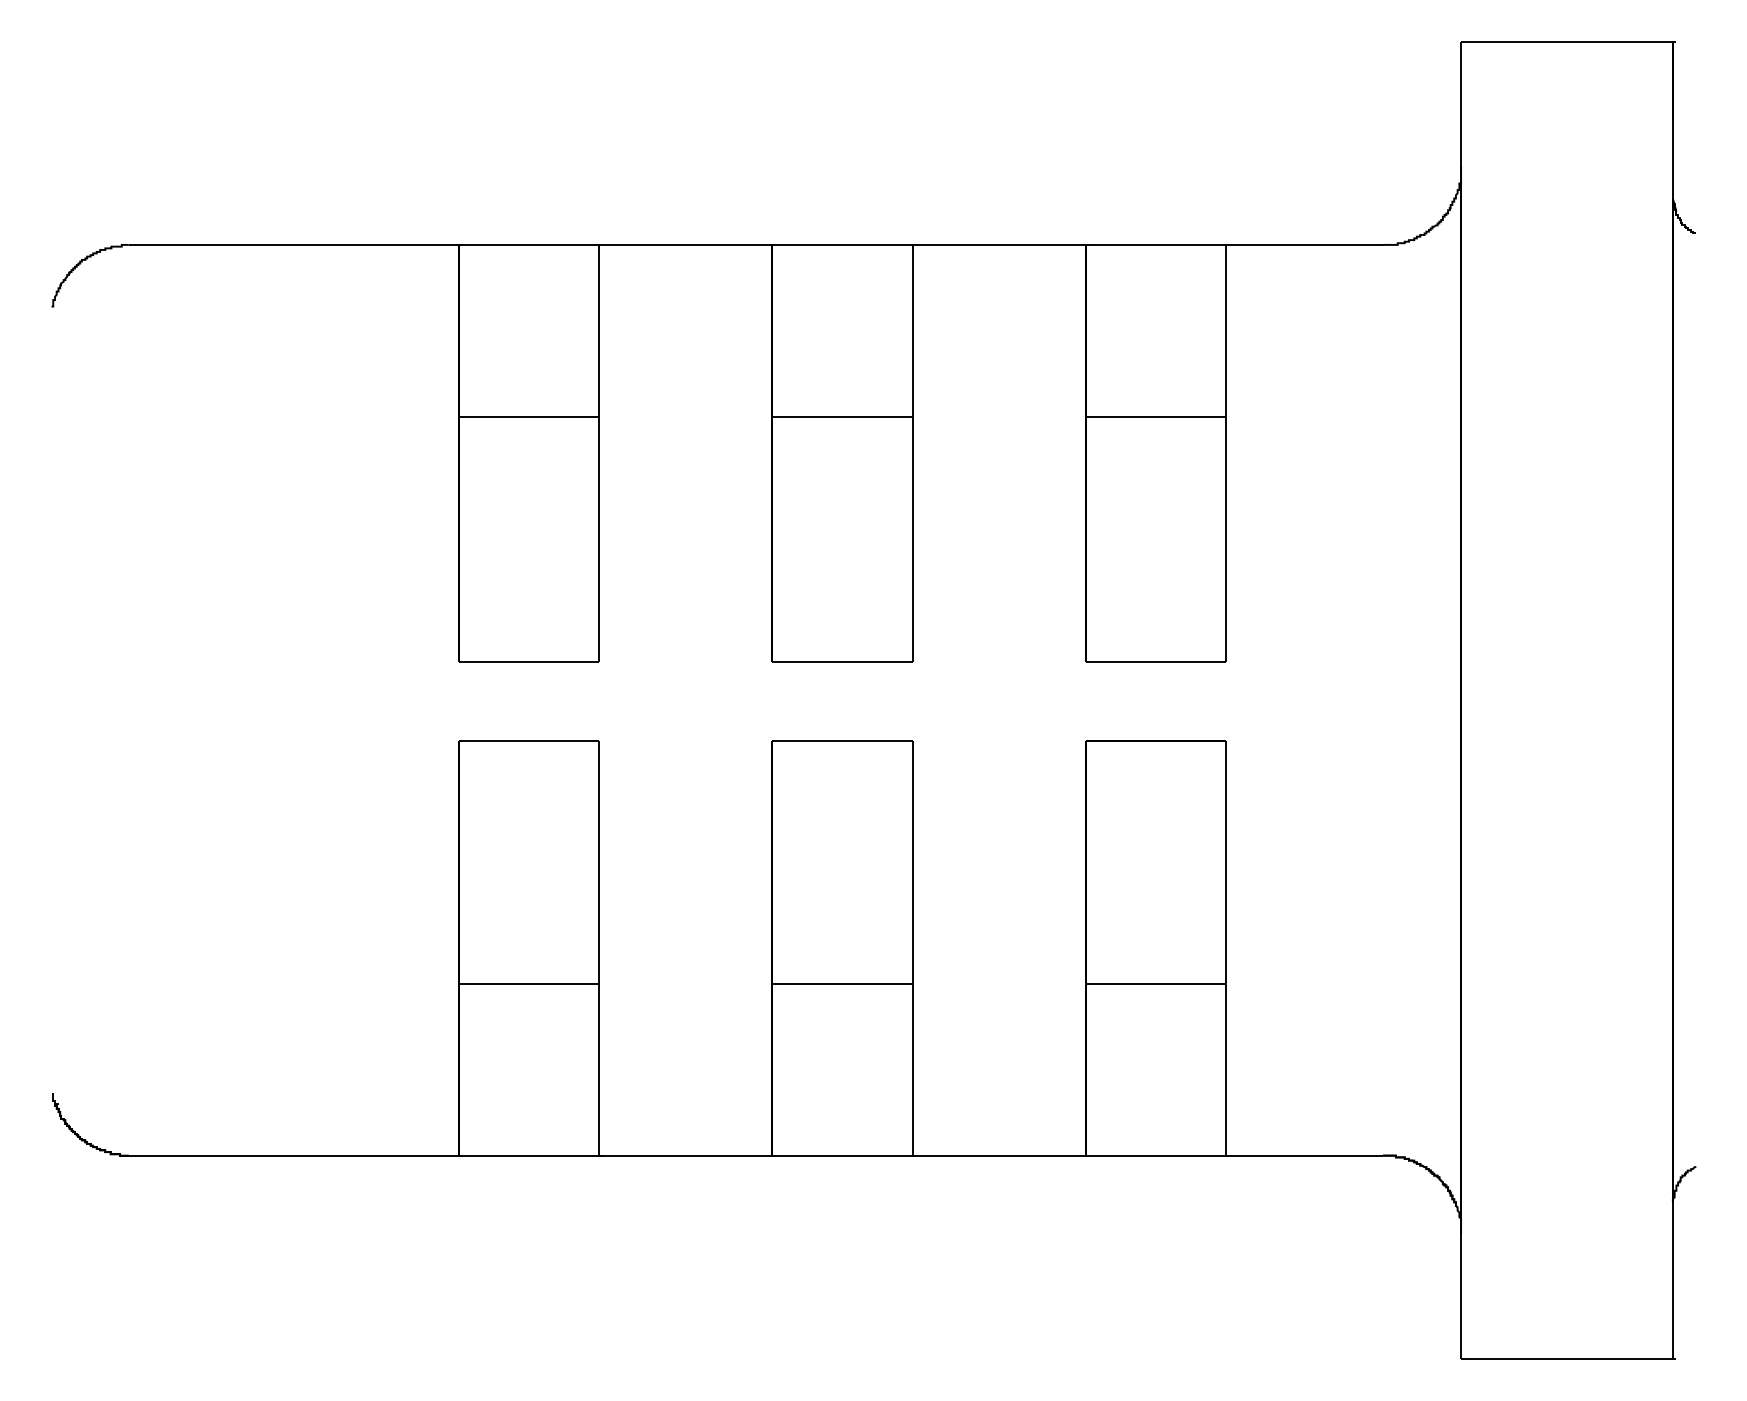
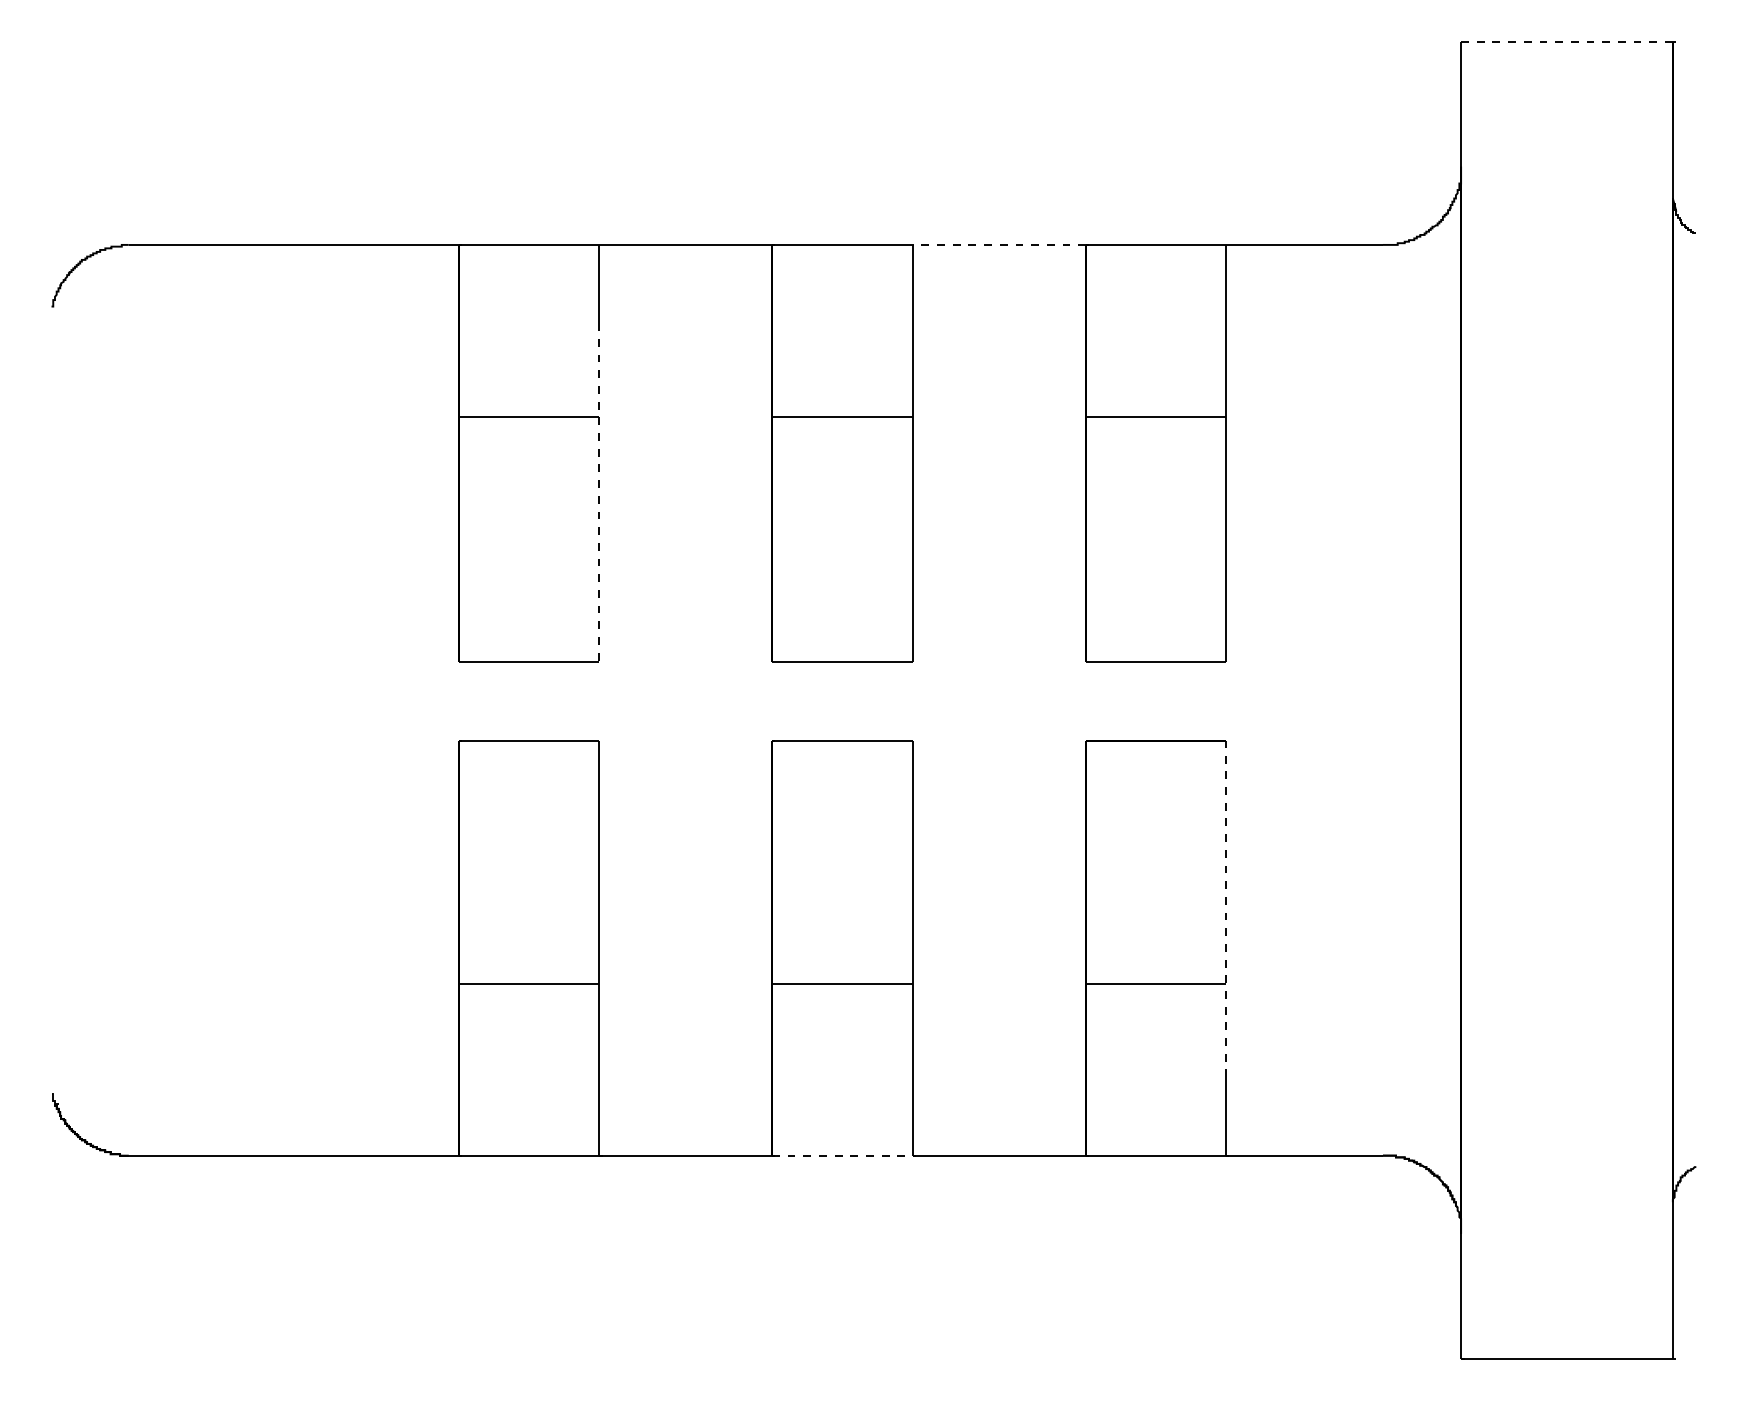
line at (1566, 41): solid -> dashed
line at (999, 244): solid -> dashed
line at (599, 493): solid -> dashed
line at (1225, 908): solid -> dashed
line at (842, 1155): solid -> dashed
